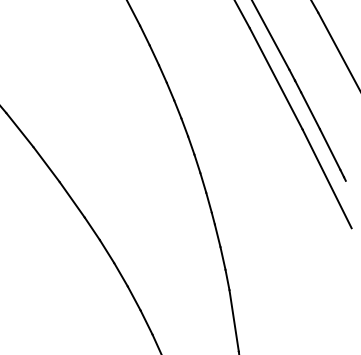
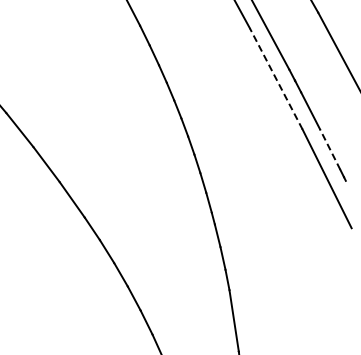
line at (275, 78): solid -> dashed
line at (330, 149): solid -> dashed
